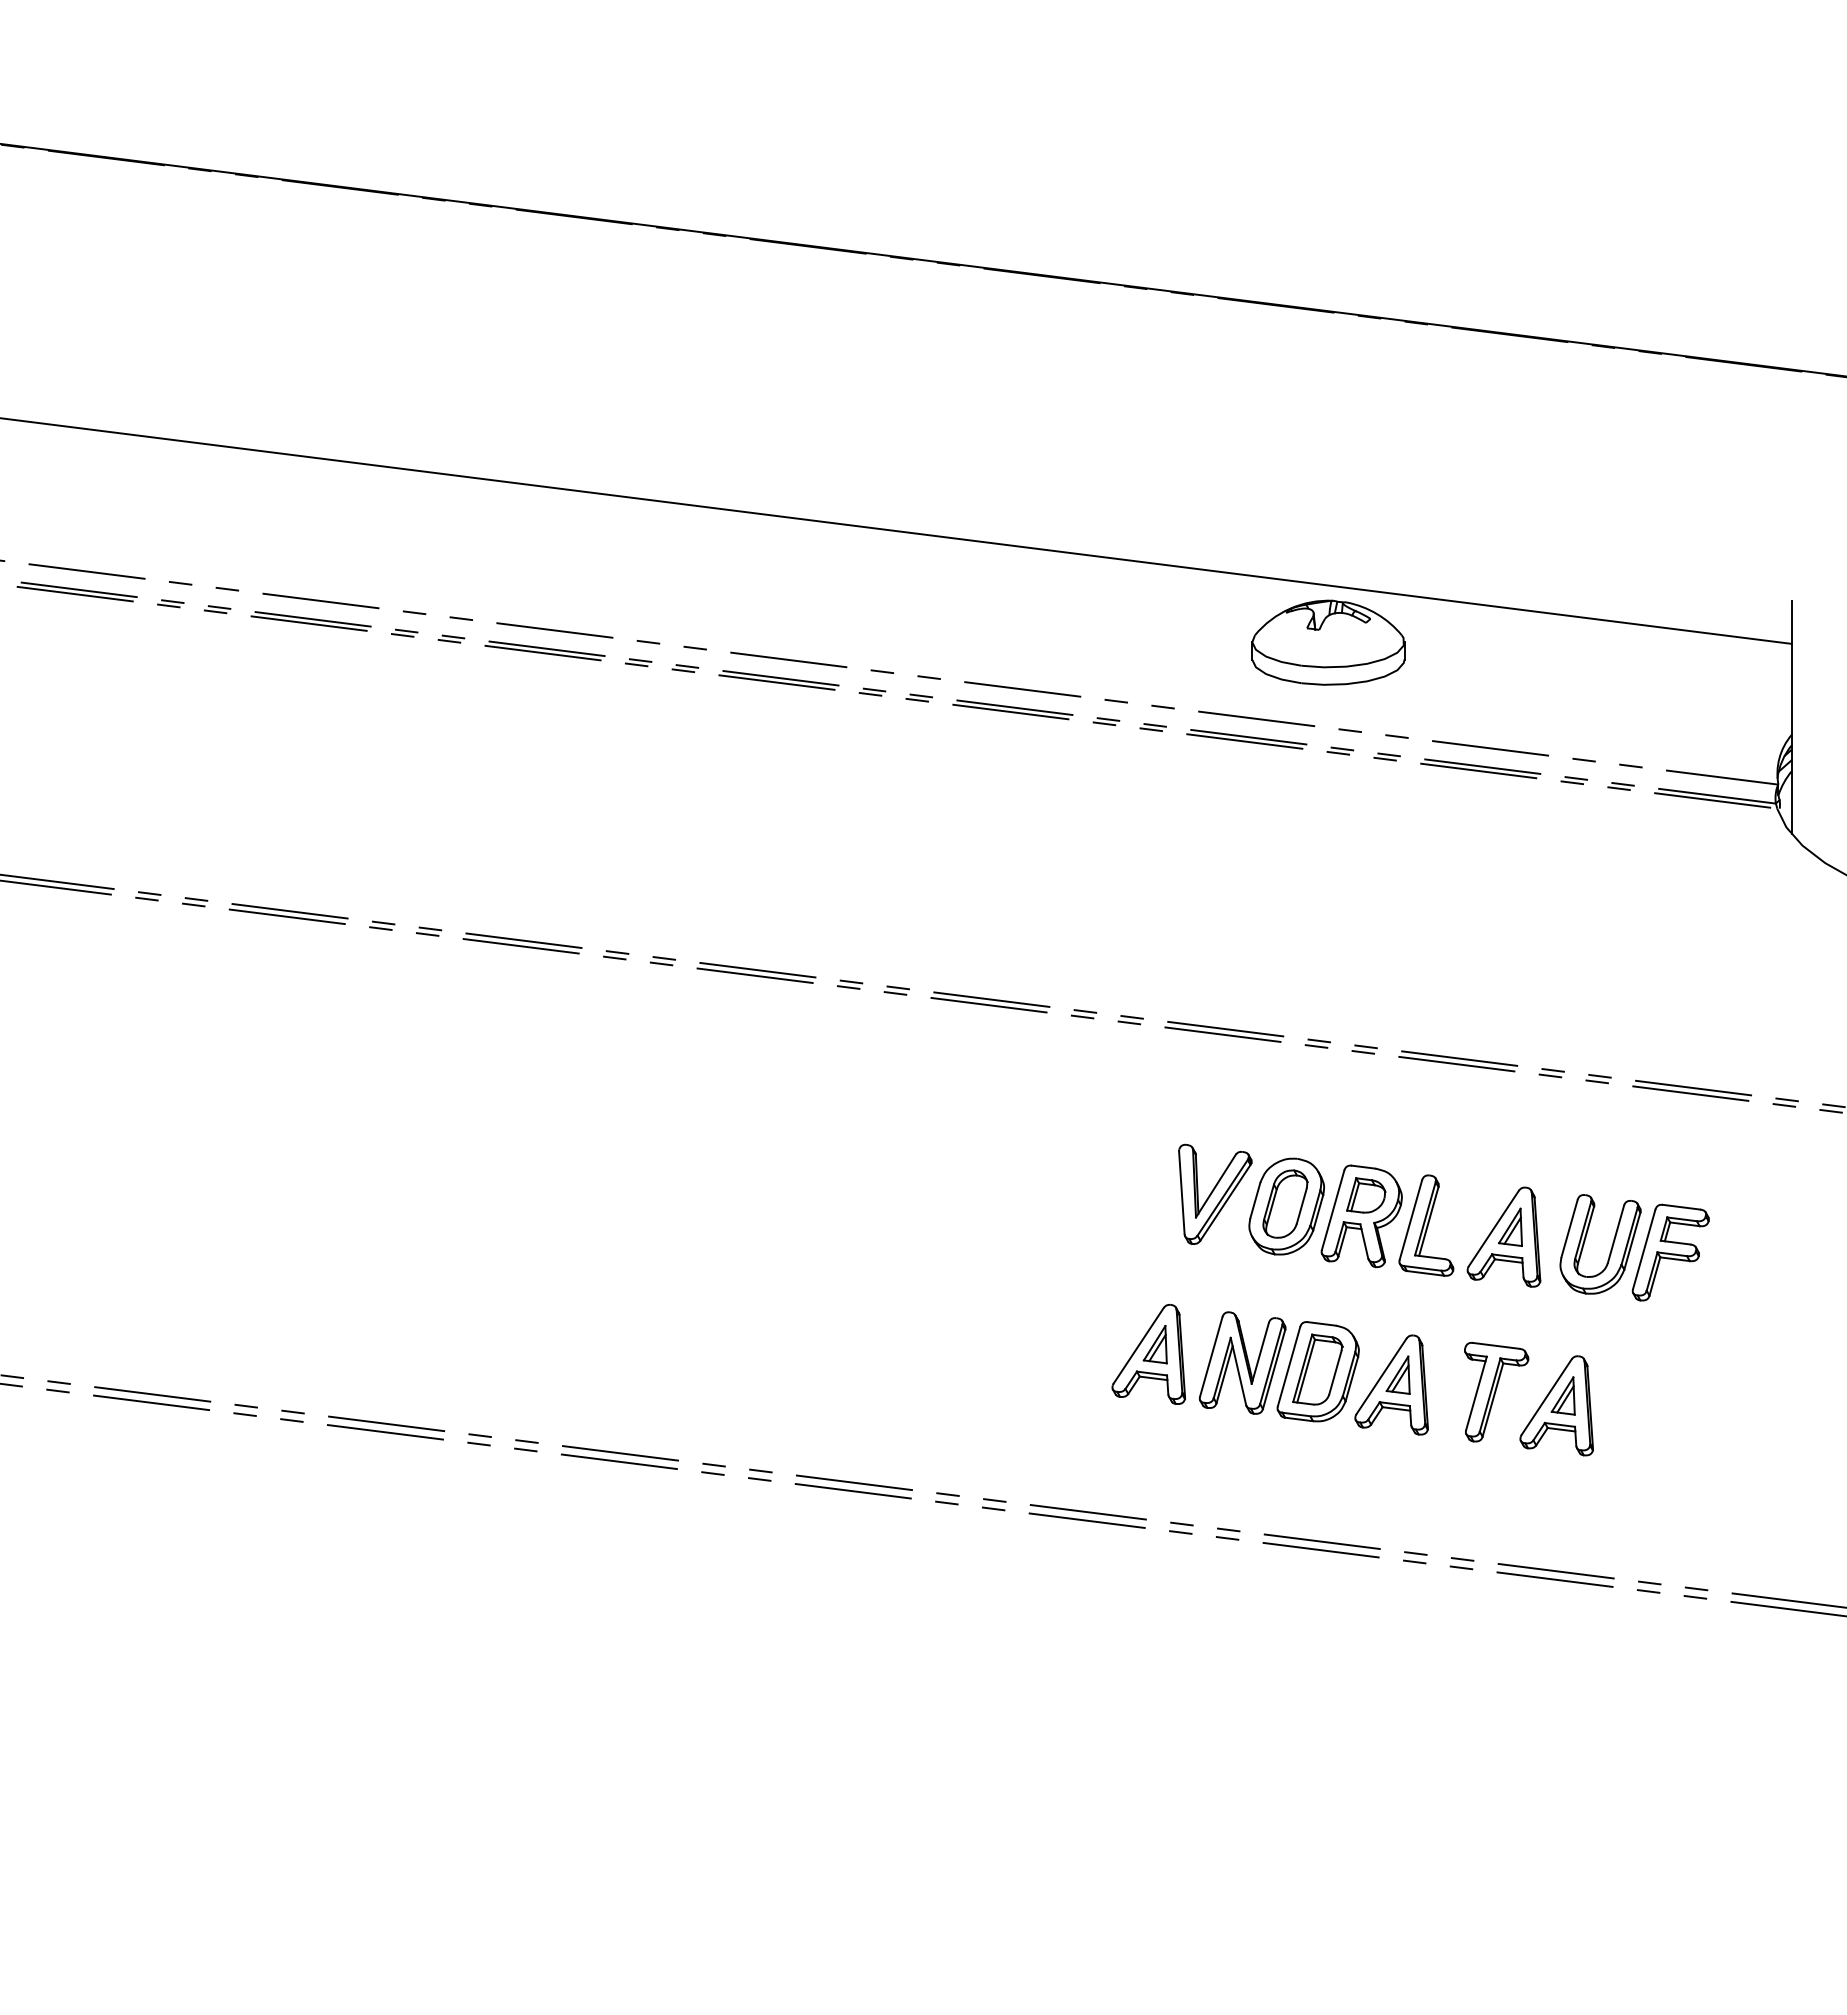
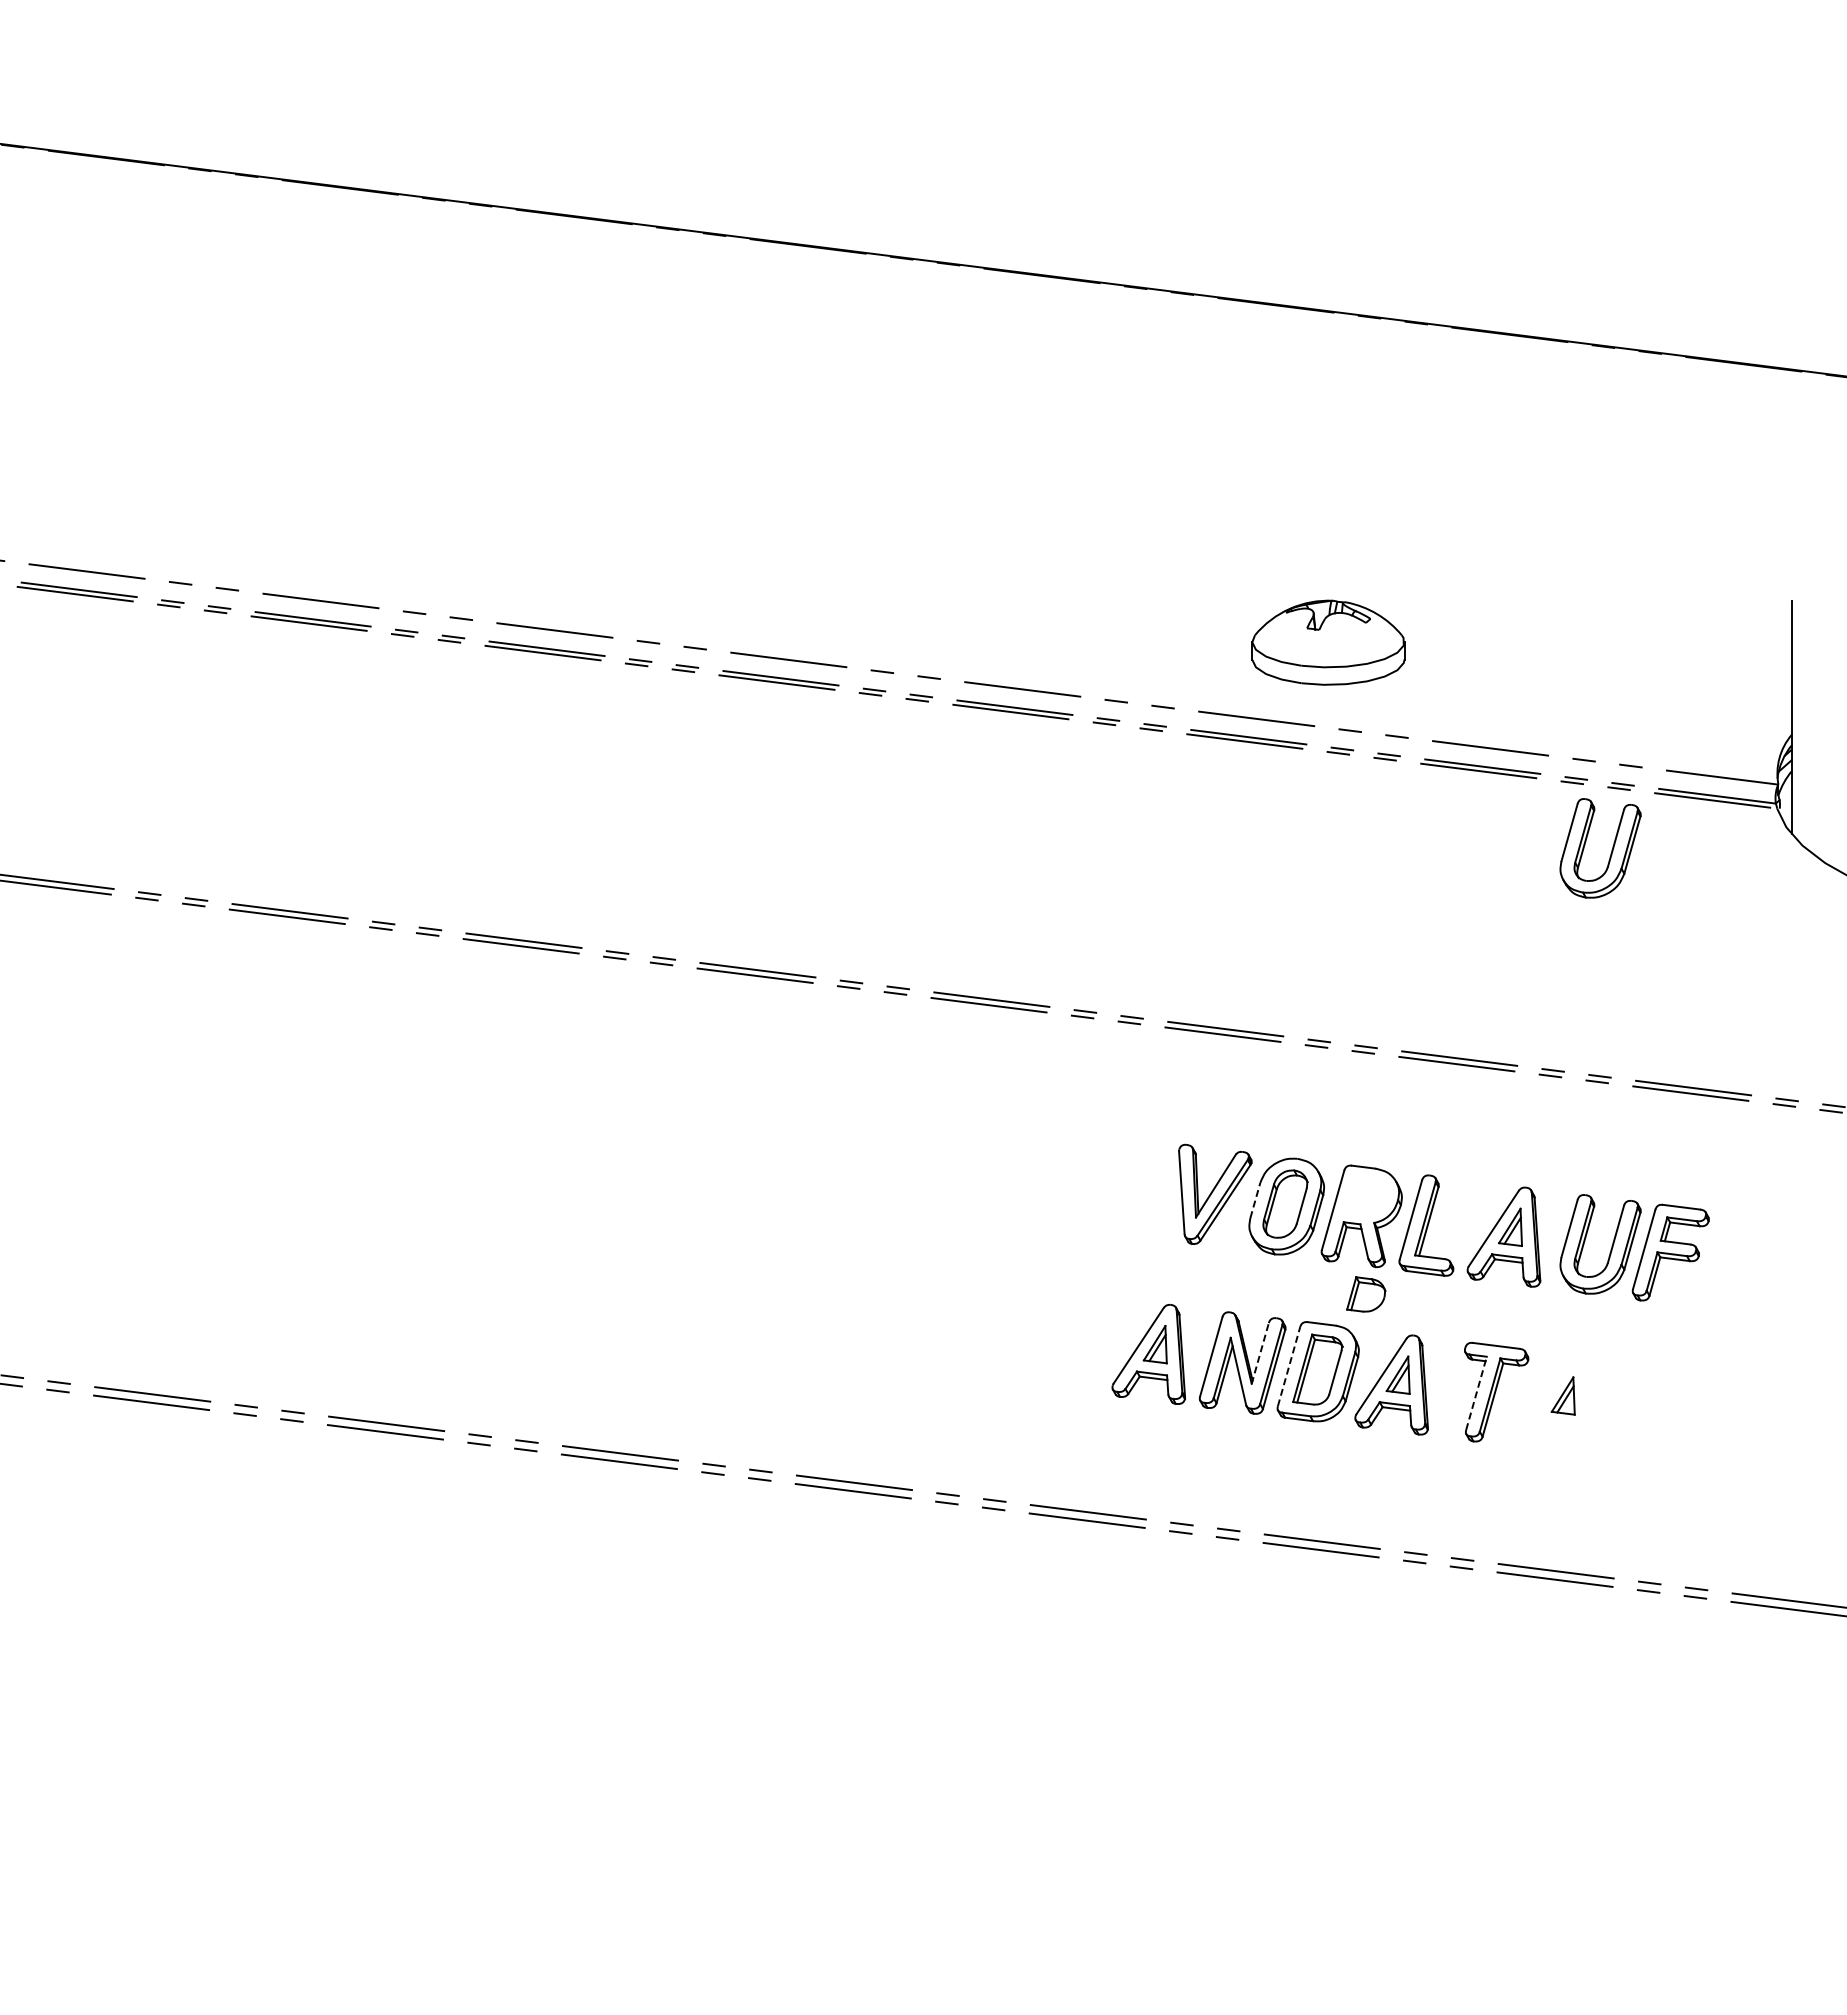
line at (896, 530): present -> none
part at (1611, 849): none -> present
part at (1366, 1195) position: (1366, 1195) -> (1366, 1294)
line at (1255, 1199): solid -> dashed
line at (1260, 1353): solid -> dashed
line at (1289, 1366): solid -> dashed
line at (1476, 1392): solid -> dashed
part at (1556, 1405): present -> none
